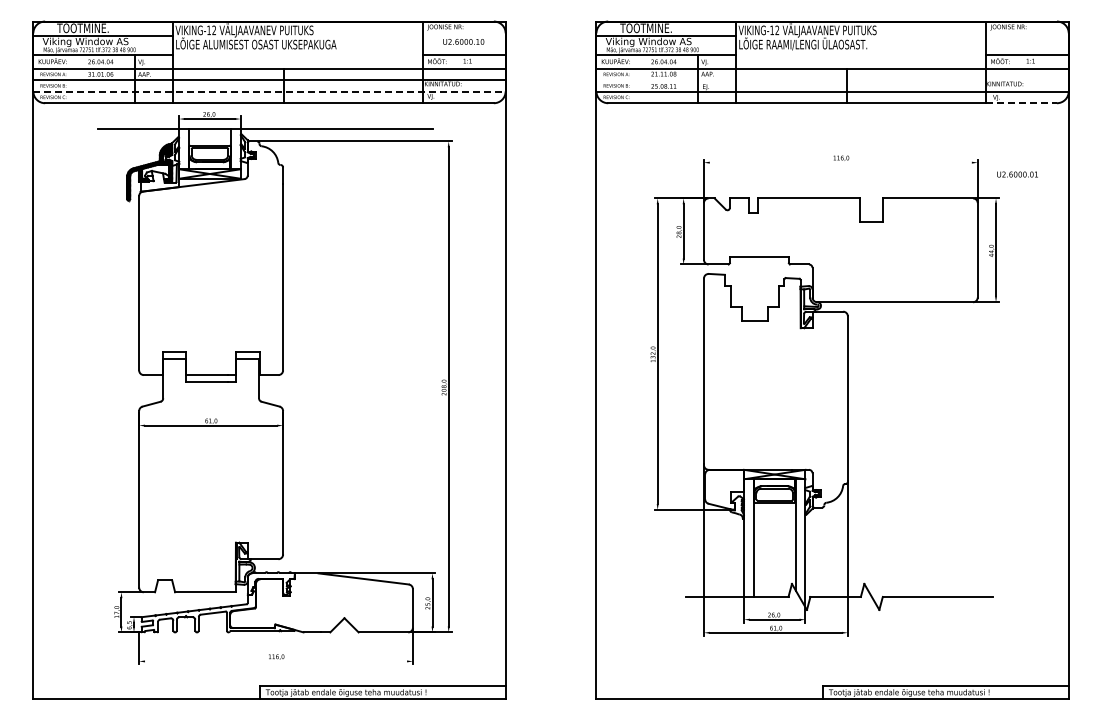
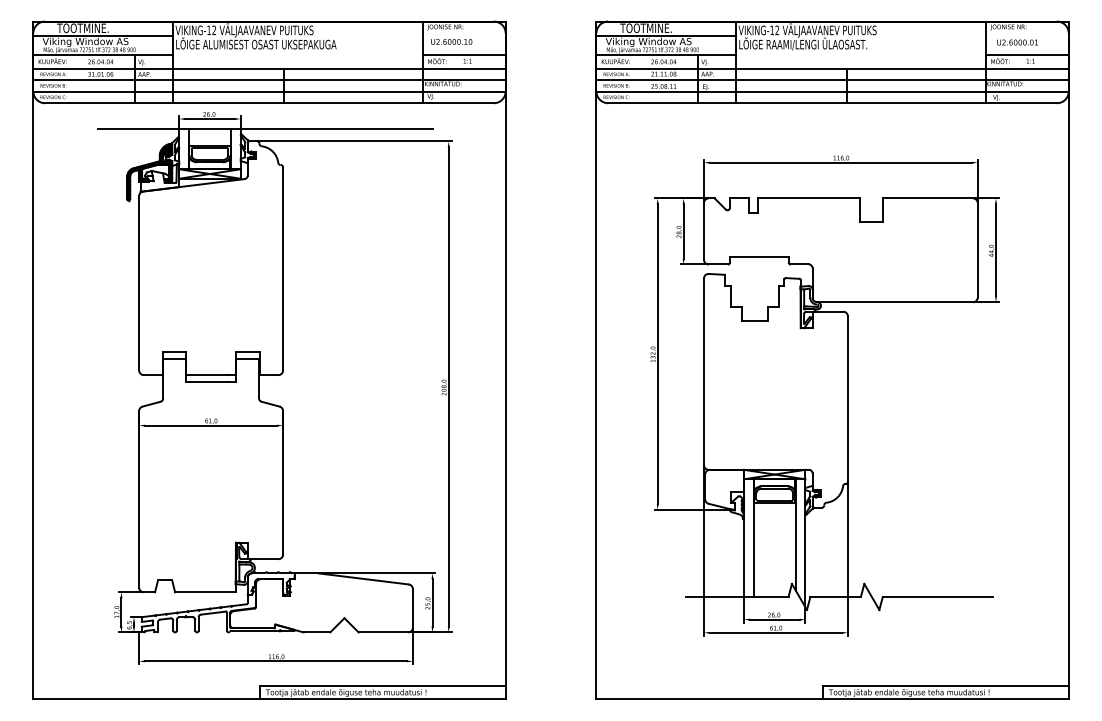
text at (463, 41) position: (463, 41) -> (451, 41)
line at (832, 80): none -> present
line at (270, 91): dashed -> solid
line at (1022, 103): dashed -> solid
line at (840, 162): none -> present
text at (1017, 174) position: (1017, 174) -> (1017, 42)
line at (276, 661): none -> present
